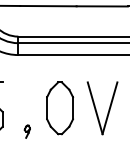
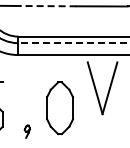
line at (47, 6): solid -> dashed
line at (73, 43): solid -> dashed
part at (102, 108) position: (102, 108) -> (102, 88)
